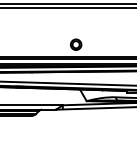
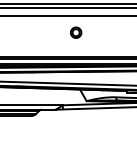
line at (67, 16): none -> present
part at (76, 44) position: (76, 44) -> (76, 32)
